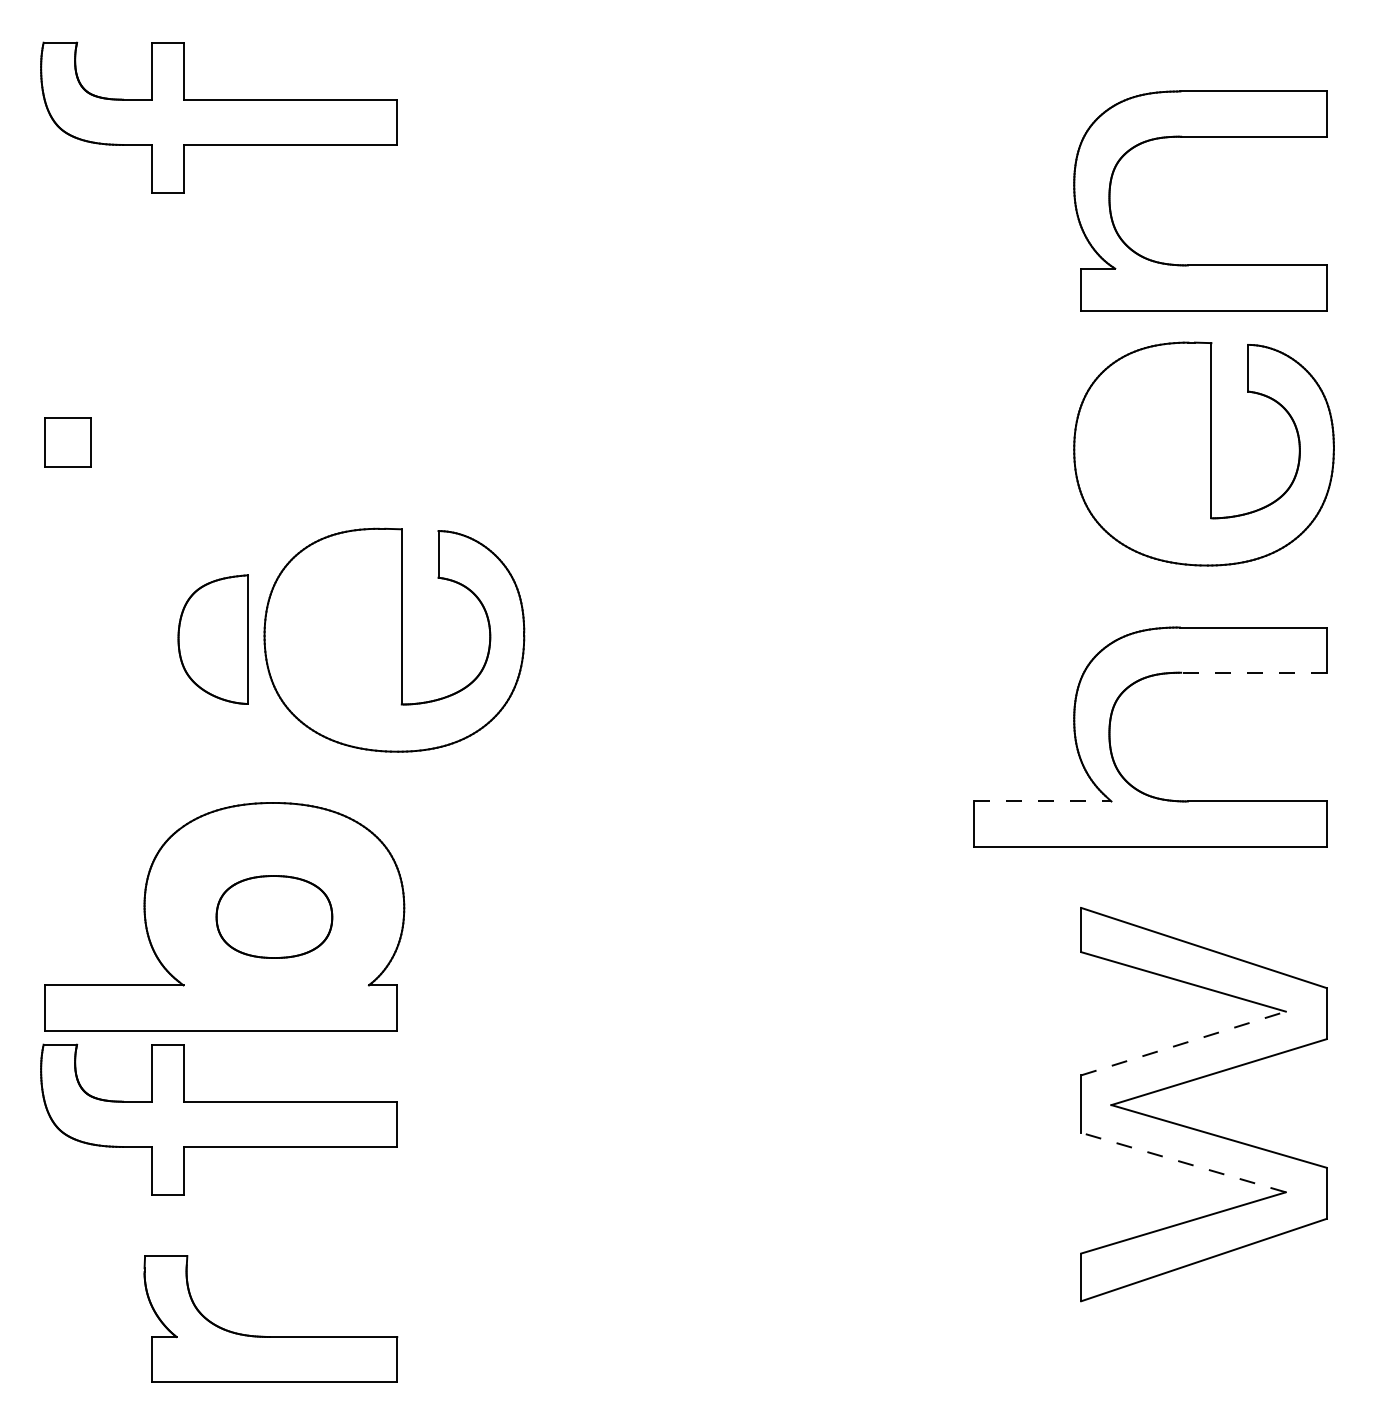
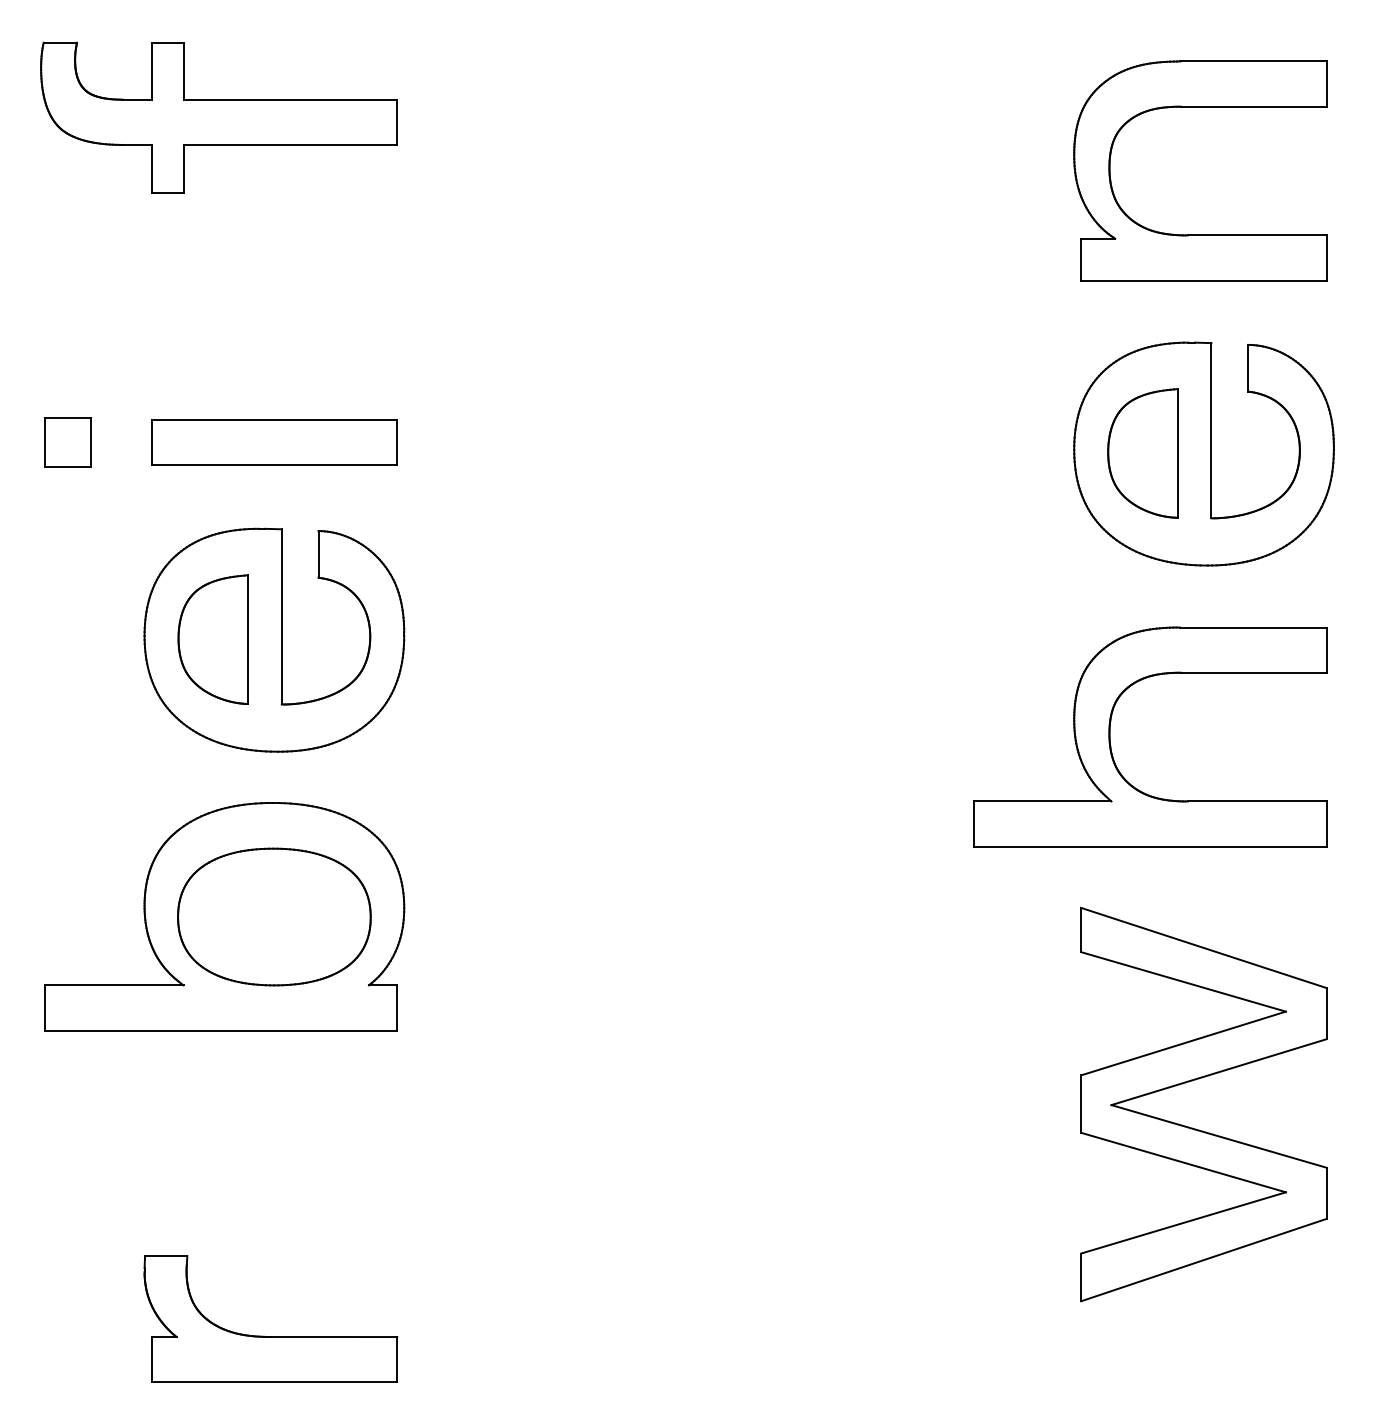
part at (1200, 137) position: (1200, 137) -> (1200, 107)
part at (274, 442): none -> present
part at (1142, 453): none -> present
part at (394, 639) position: (394, 639) -> (274, 639)
line at (1254, 672): dashed -> solid
line at (1042, 801): dashed -> solid
part at (274, 916) size: 119x84 px -> 195x140 px
line at (1184, 1043): dashed -> solid
part at (218, 1119): present -> none
line at (1183, 1162): dashed -> solid
